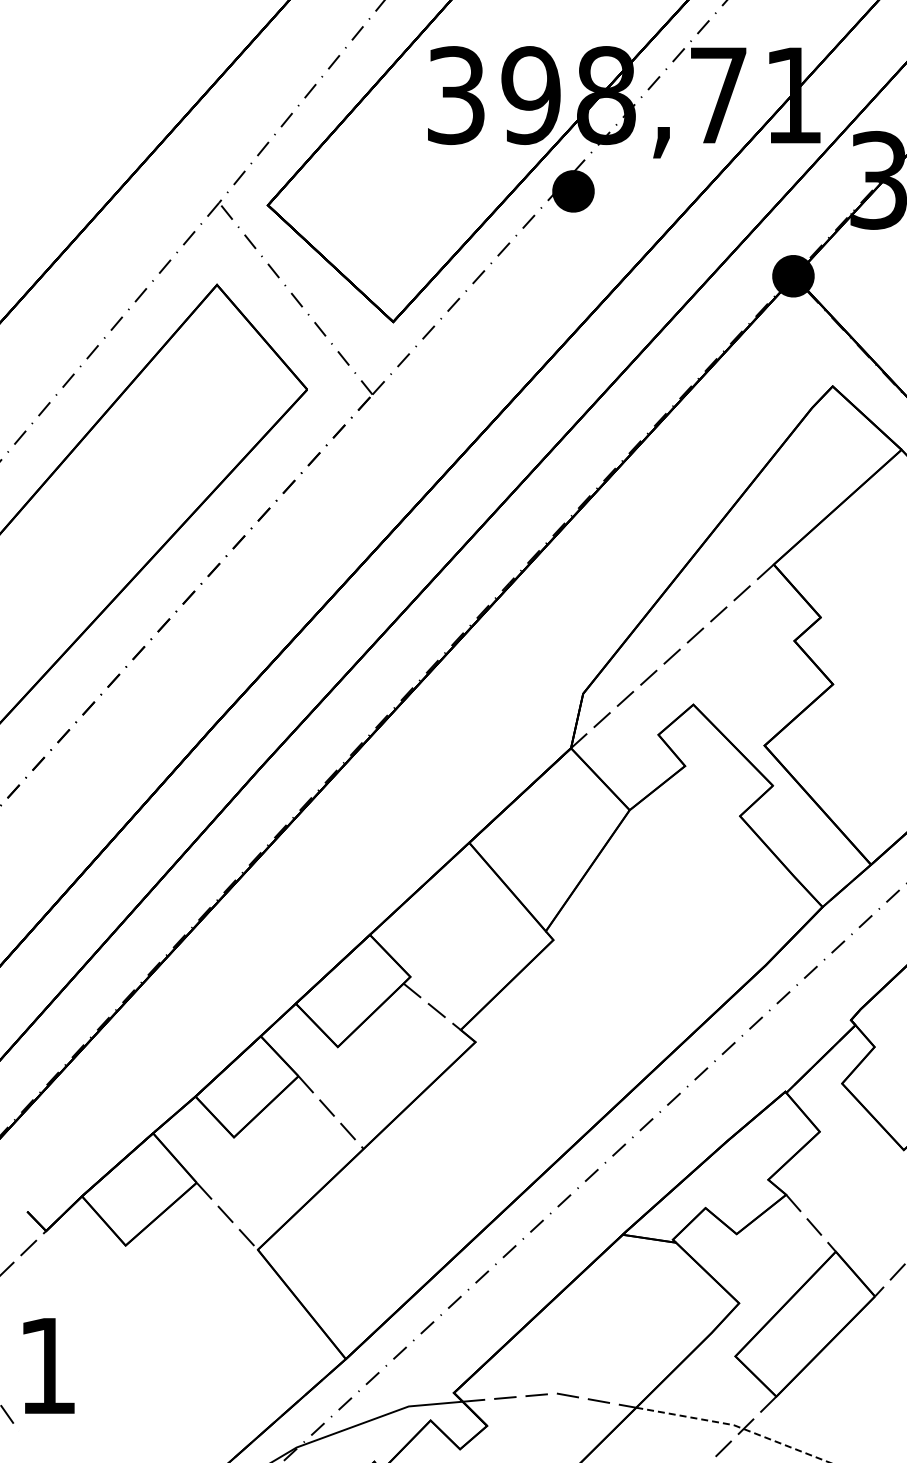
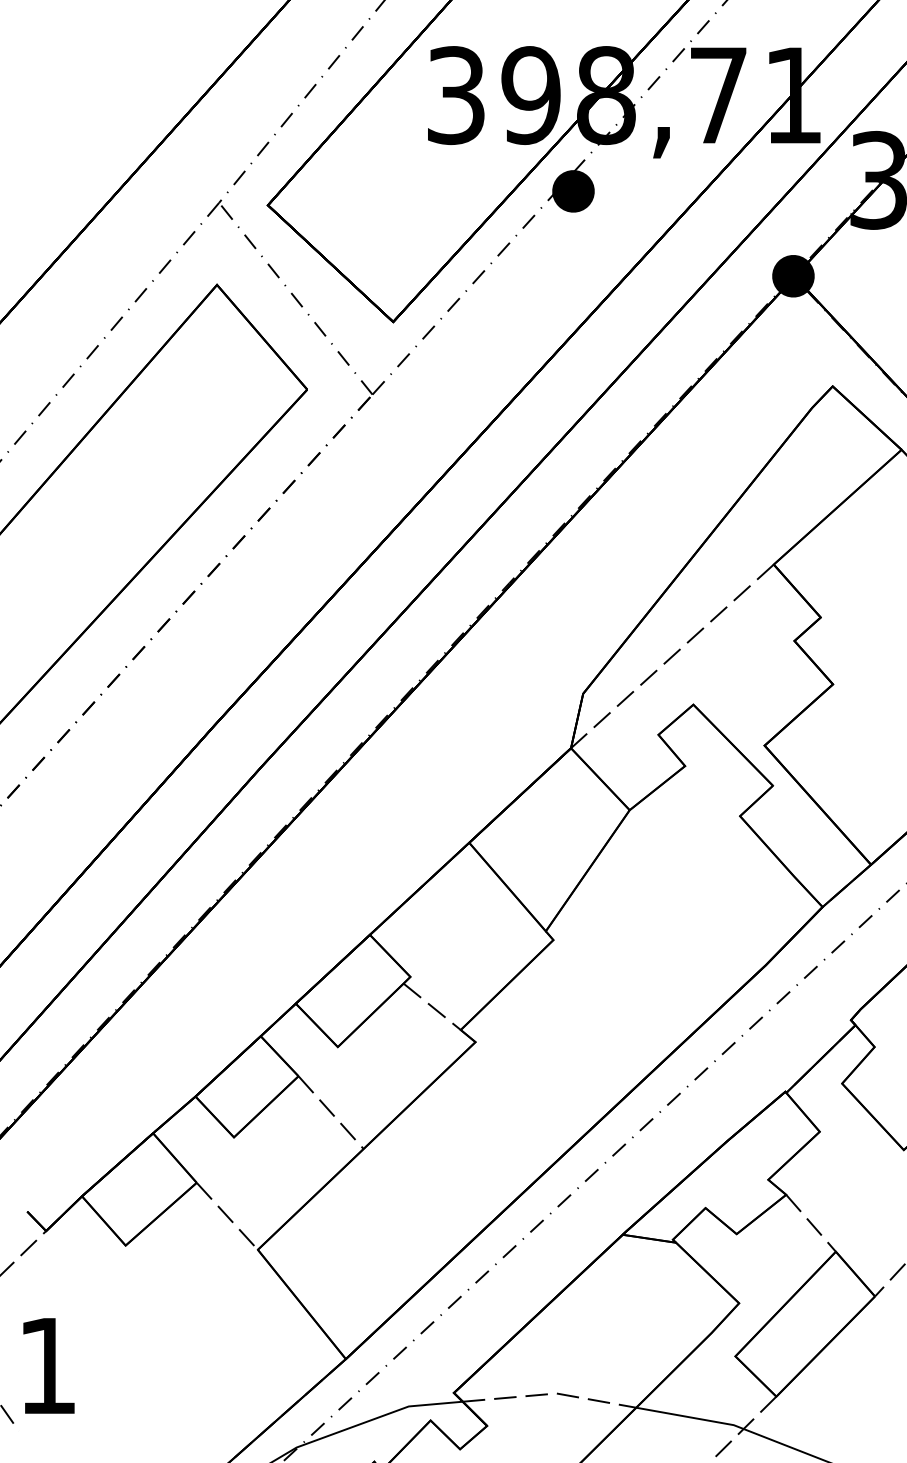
line at (735, 1425): dashed -> solid
